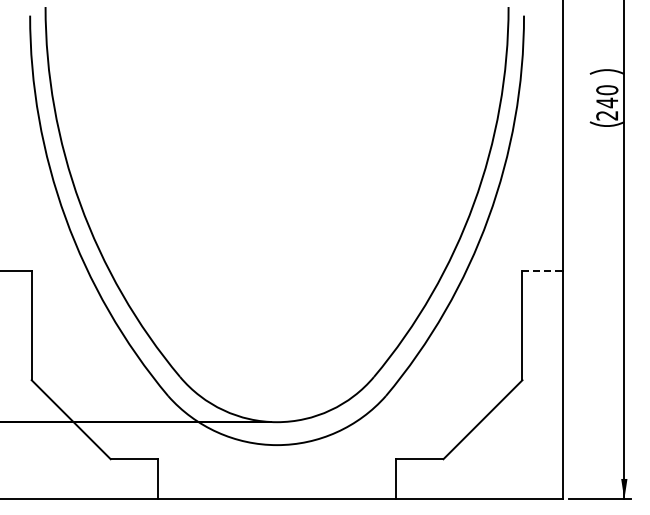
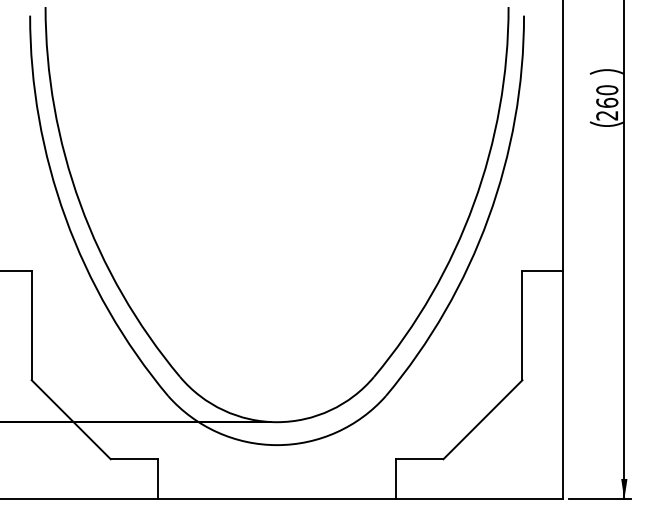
text at (607, 102): 240 -> 260
line at (543, 270): dashed -> solid
